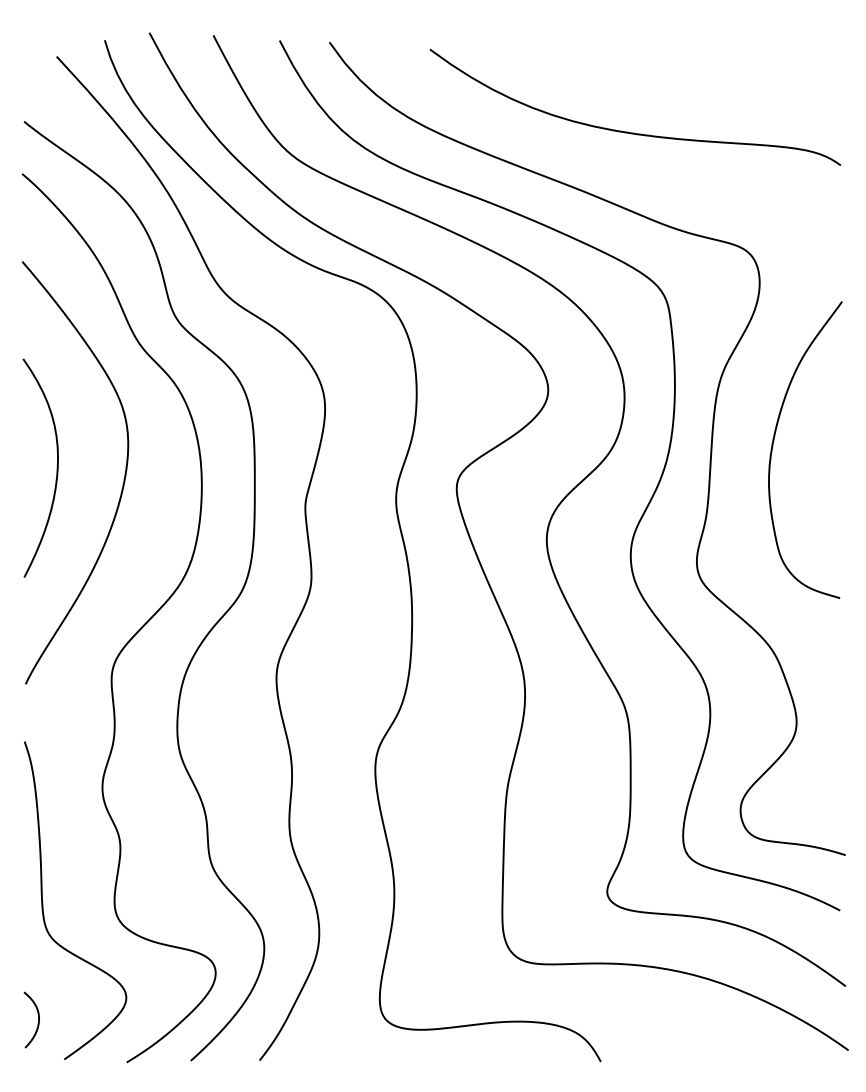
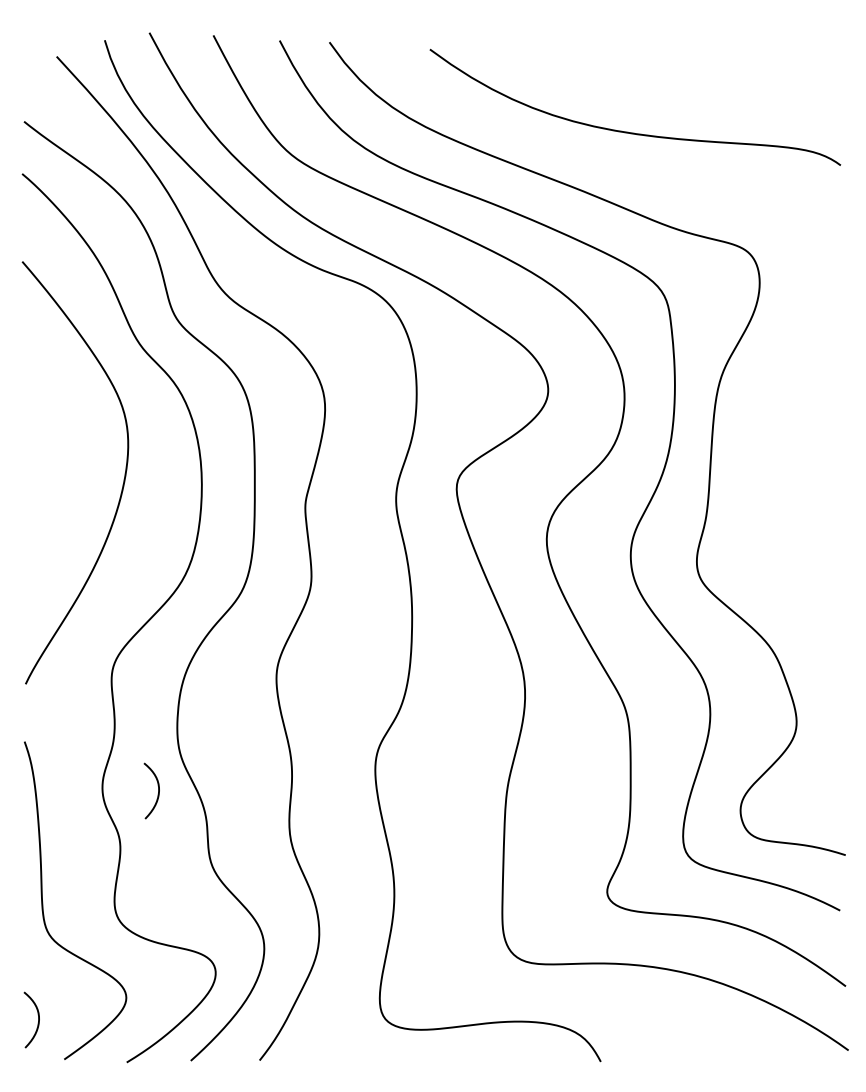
curve at (774, 441): present -> none
curve at (56, 467): present -> none
curve at (158, 790): none -> present
